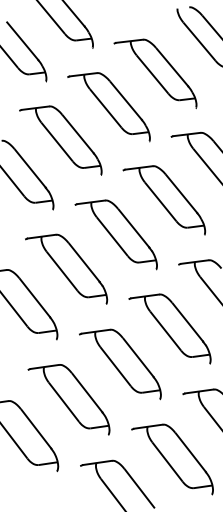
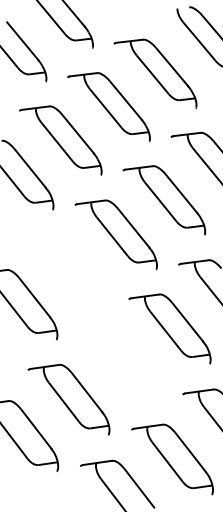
part at (66, 268): present -> none
part at (120, 364): present -> none
